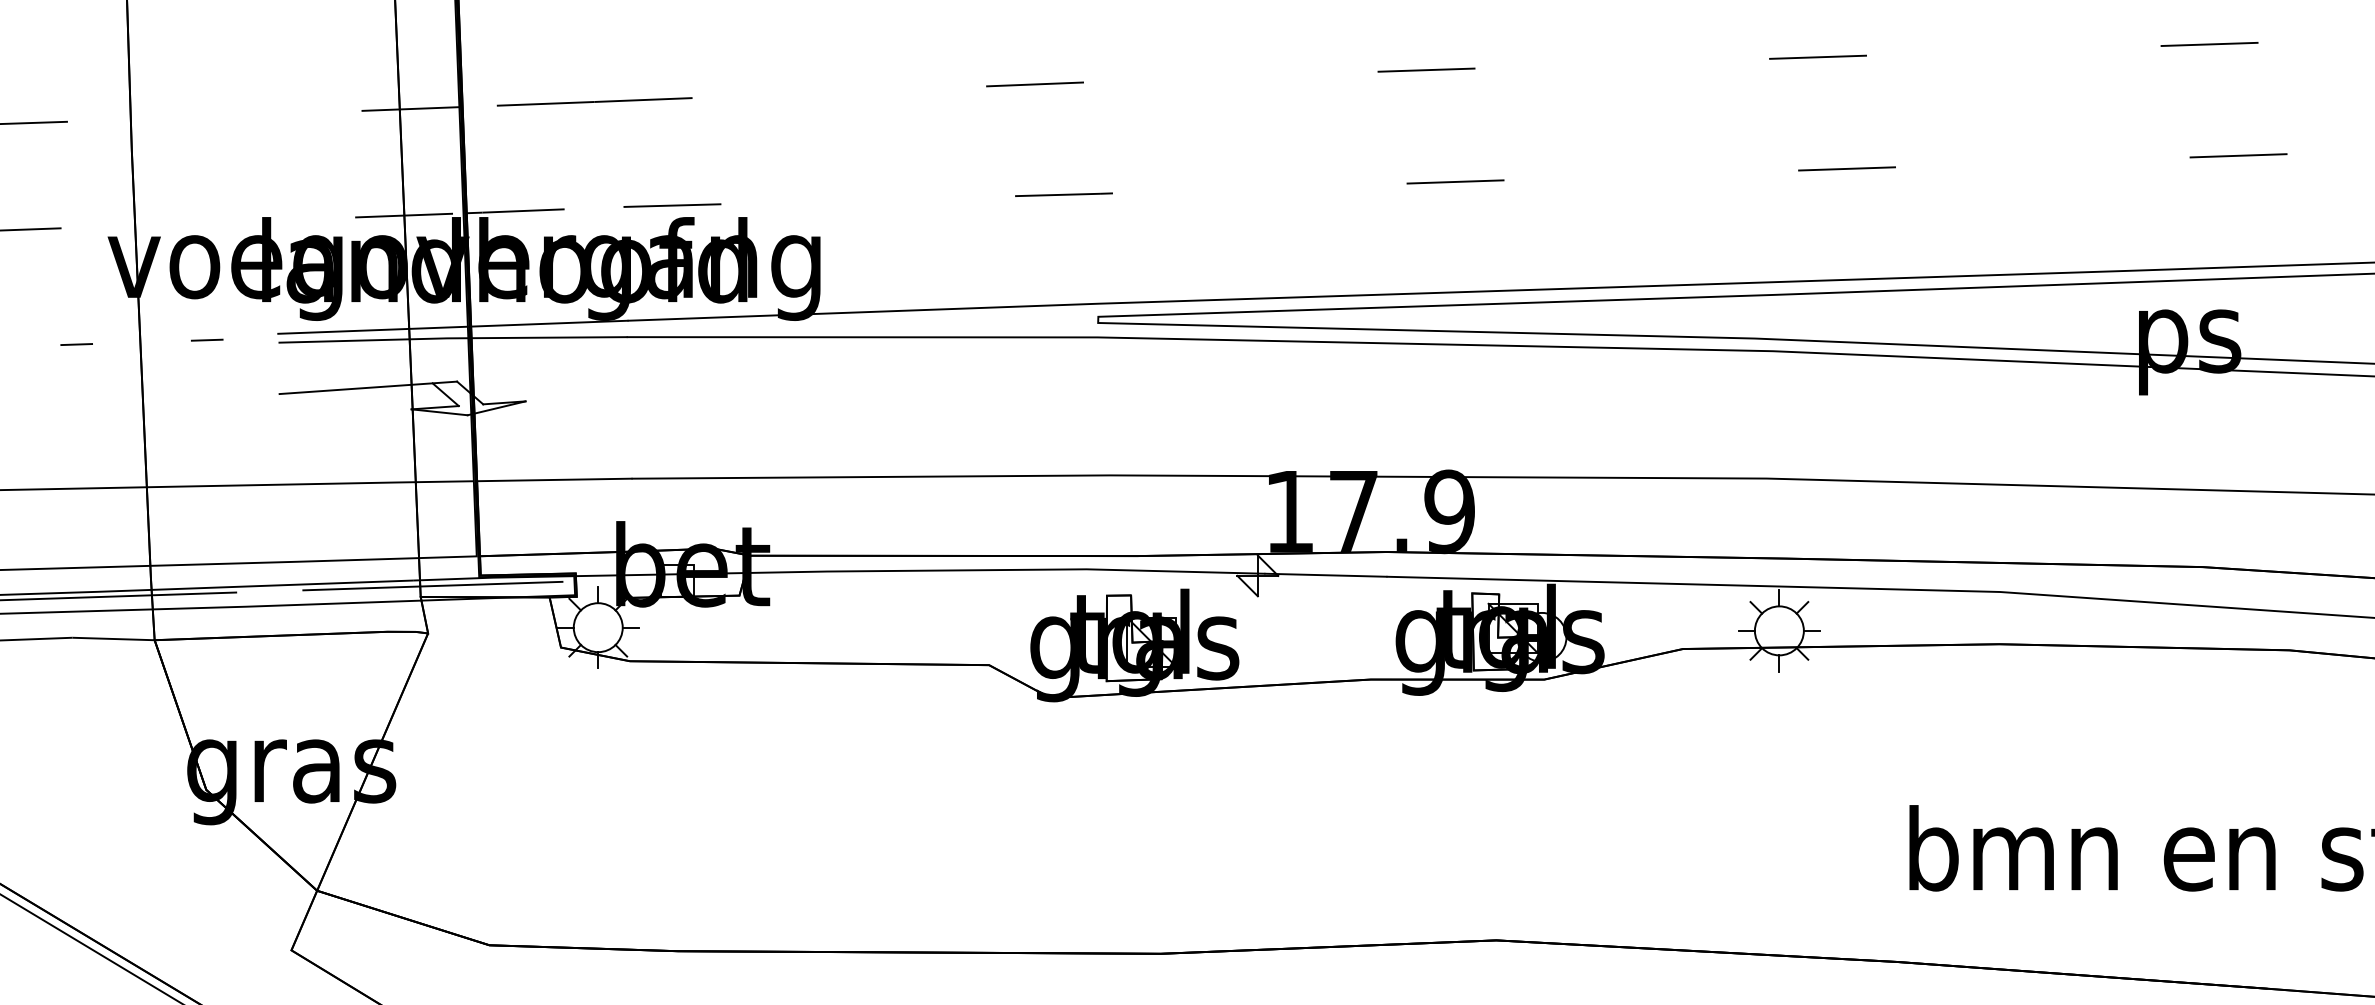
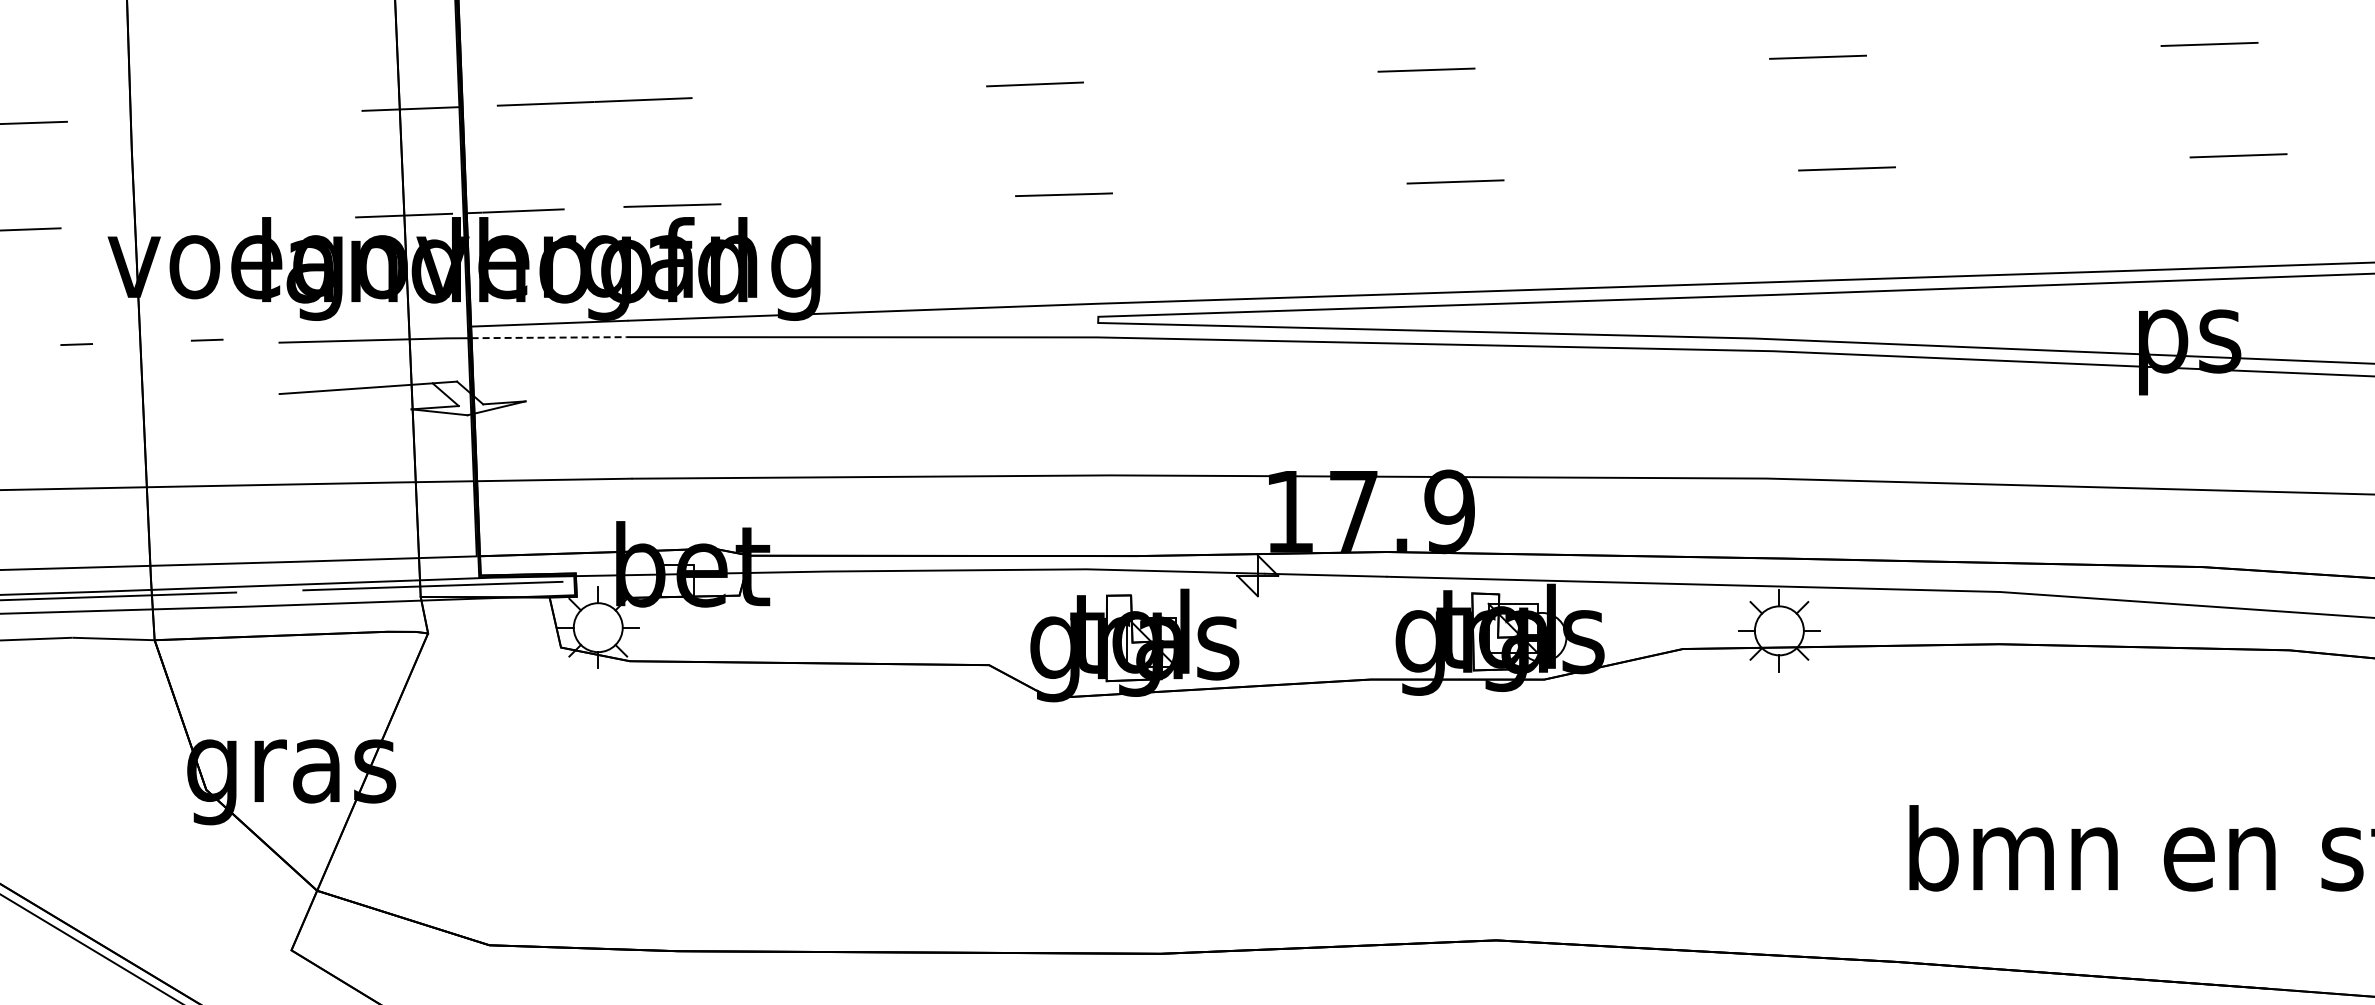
line at (372, 329): present -> none
line at (549, 337): solid -> dashed
